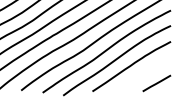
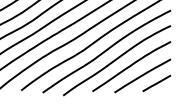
line at (142, 75): none -> present
